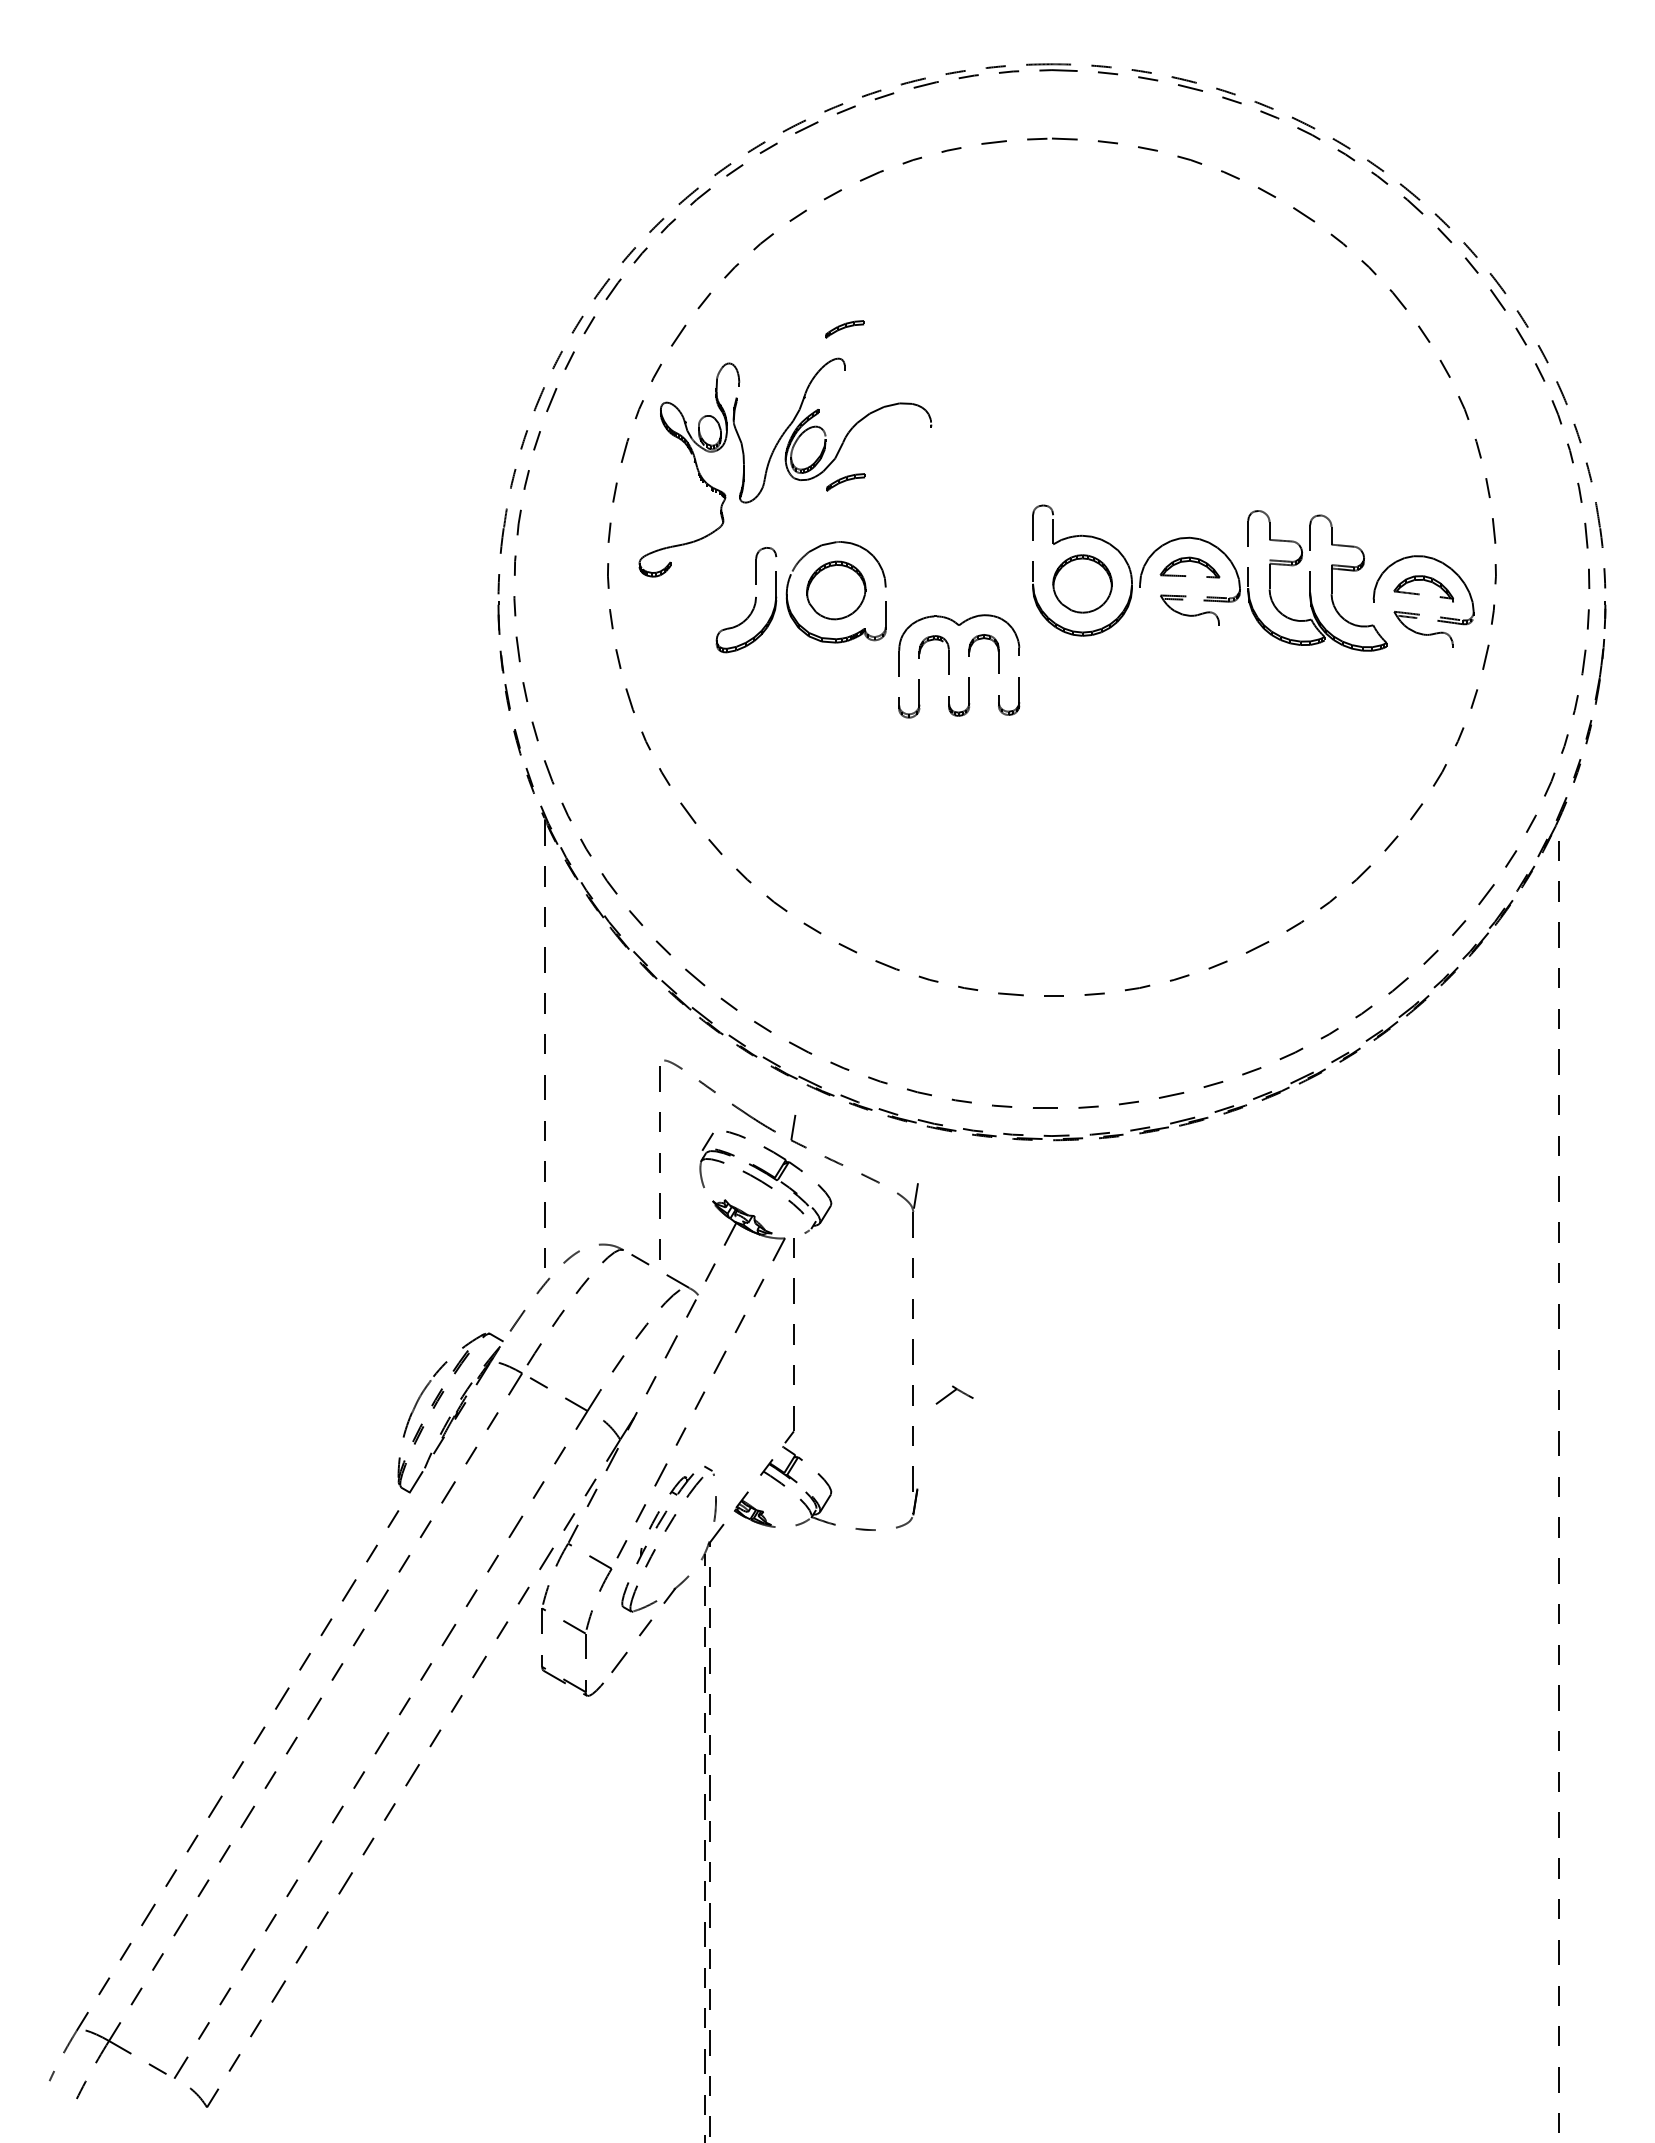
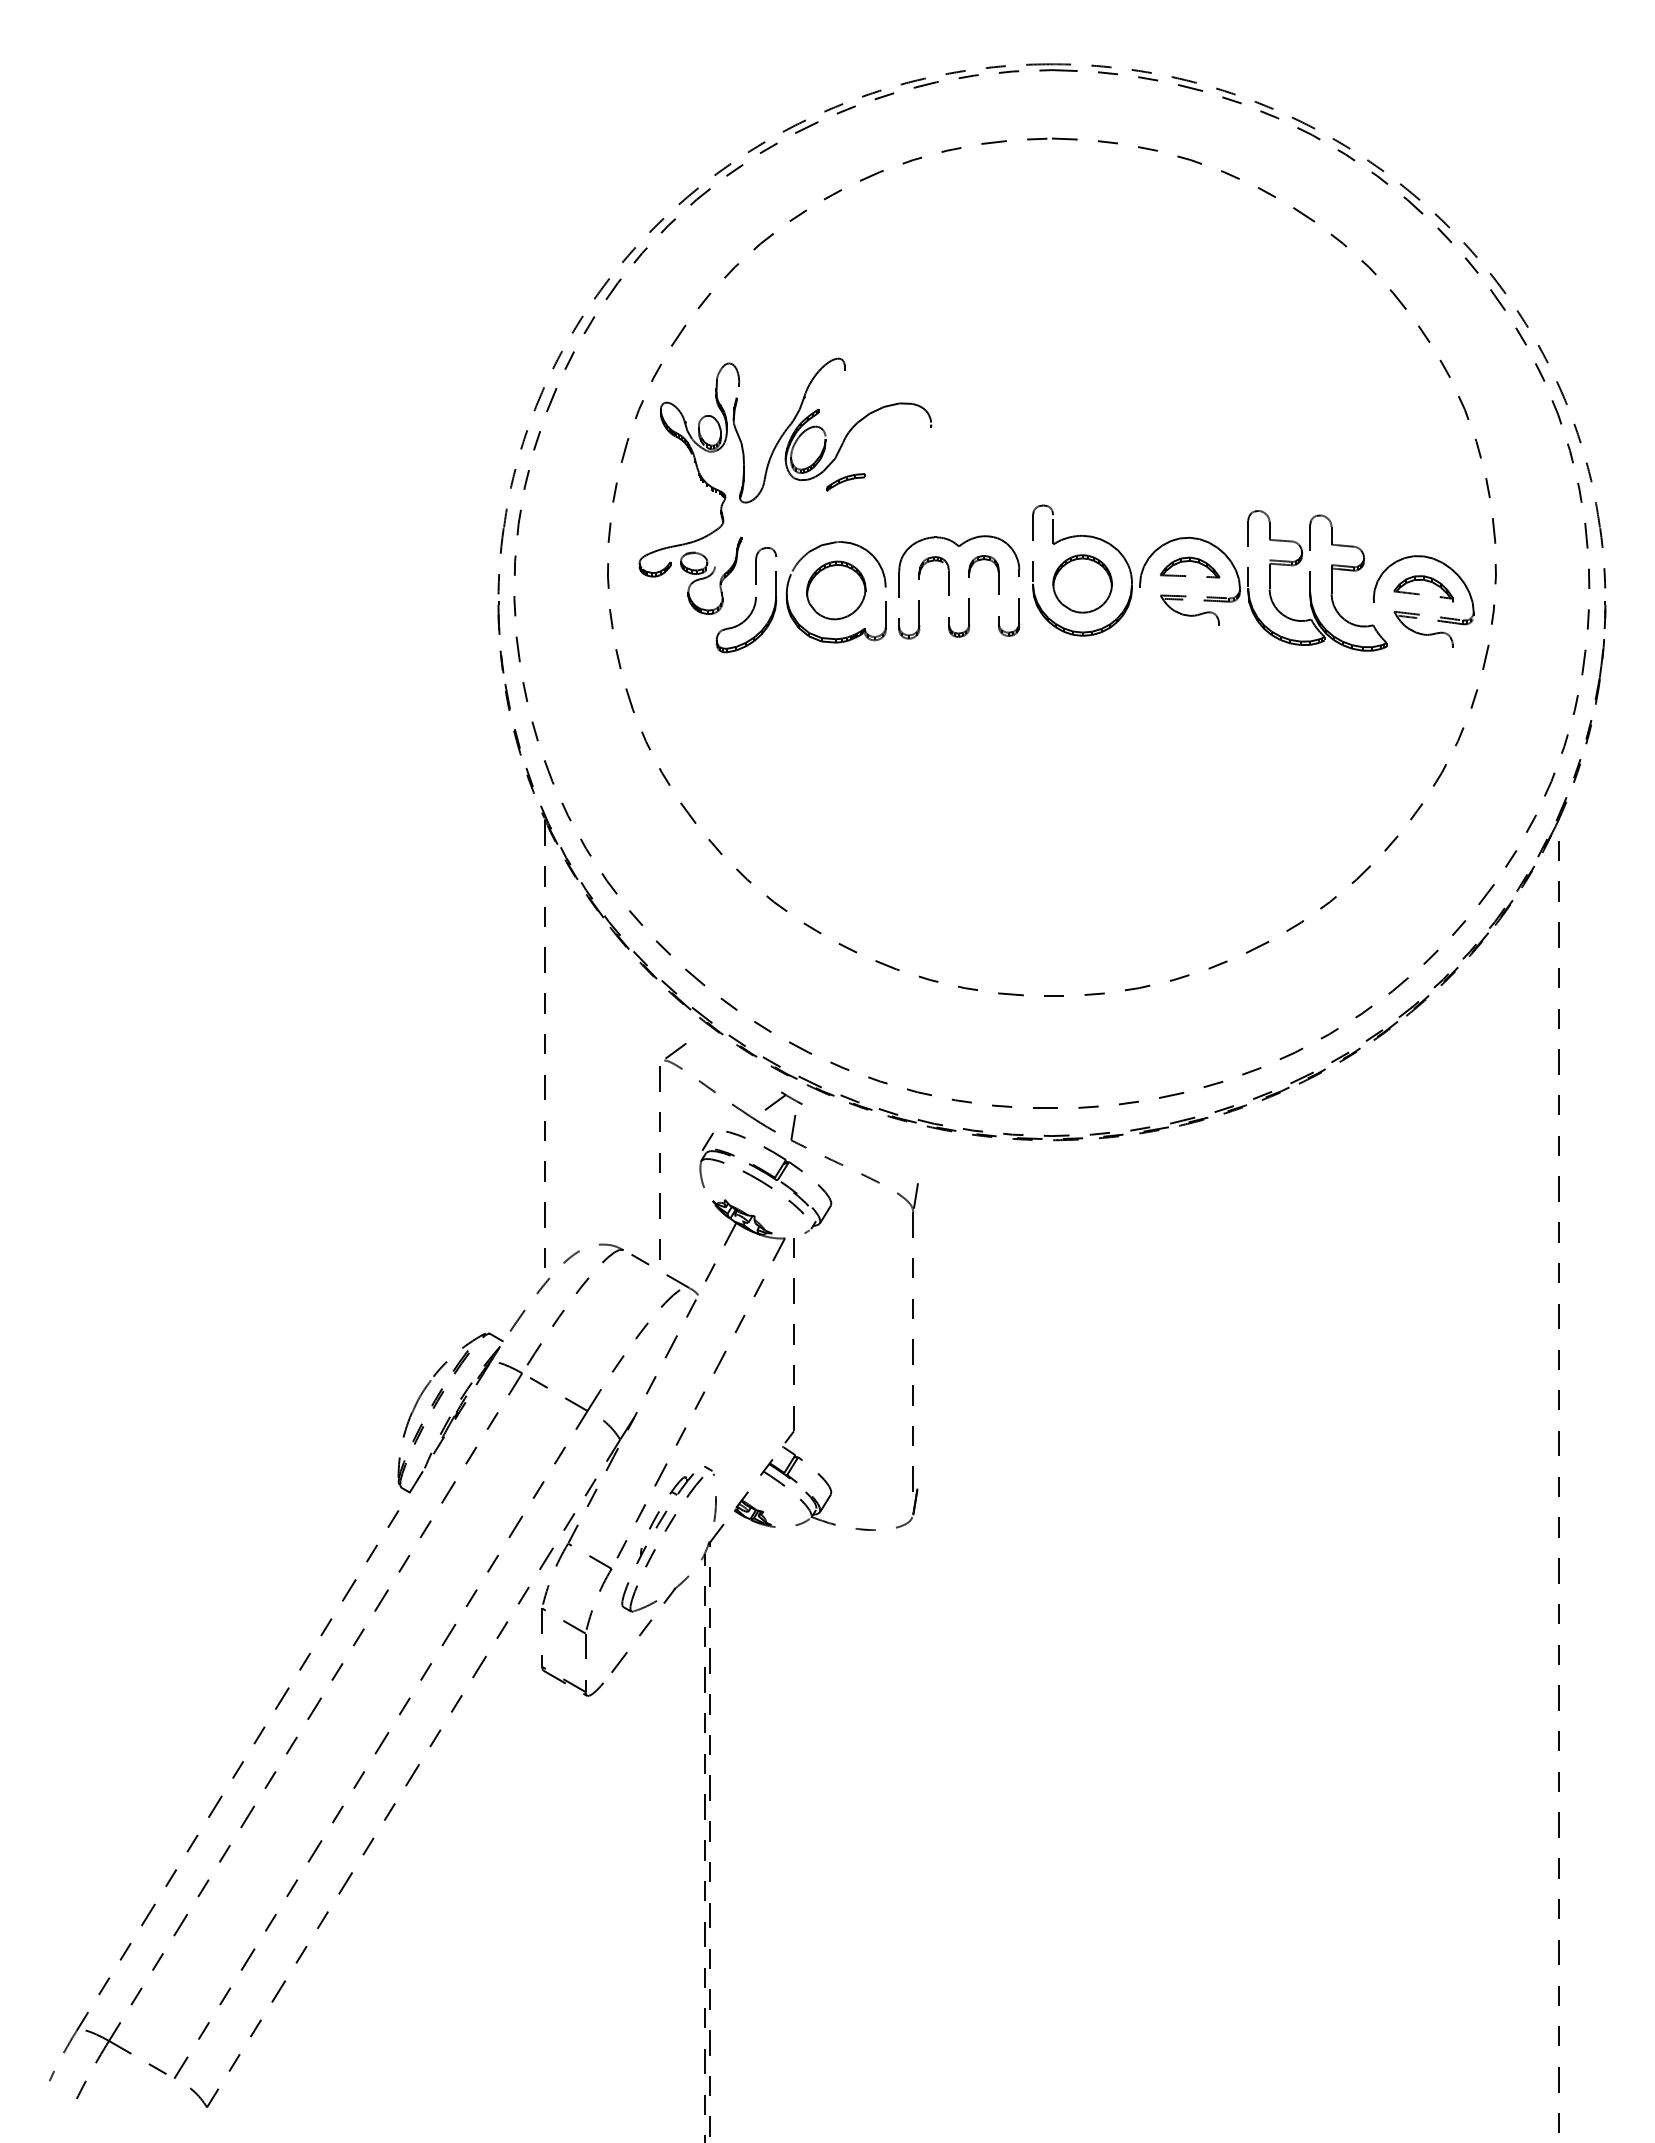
part at (844, 329): present -> none
part at (711, 575): none -> present
part at (949, 666) position: (949, 666) -> (949, 587)
line at (674, 1052): none -> present
part at (954, 1394) position: (954, 1394) -> (783, 1100)
